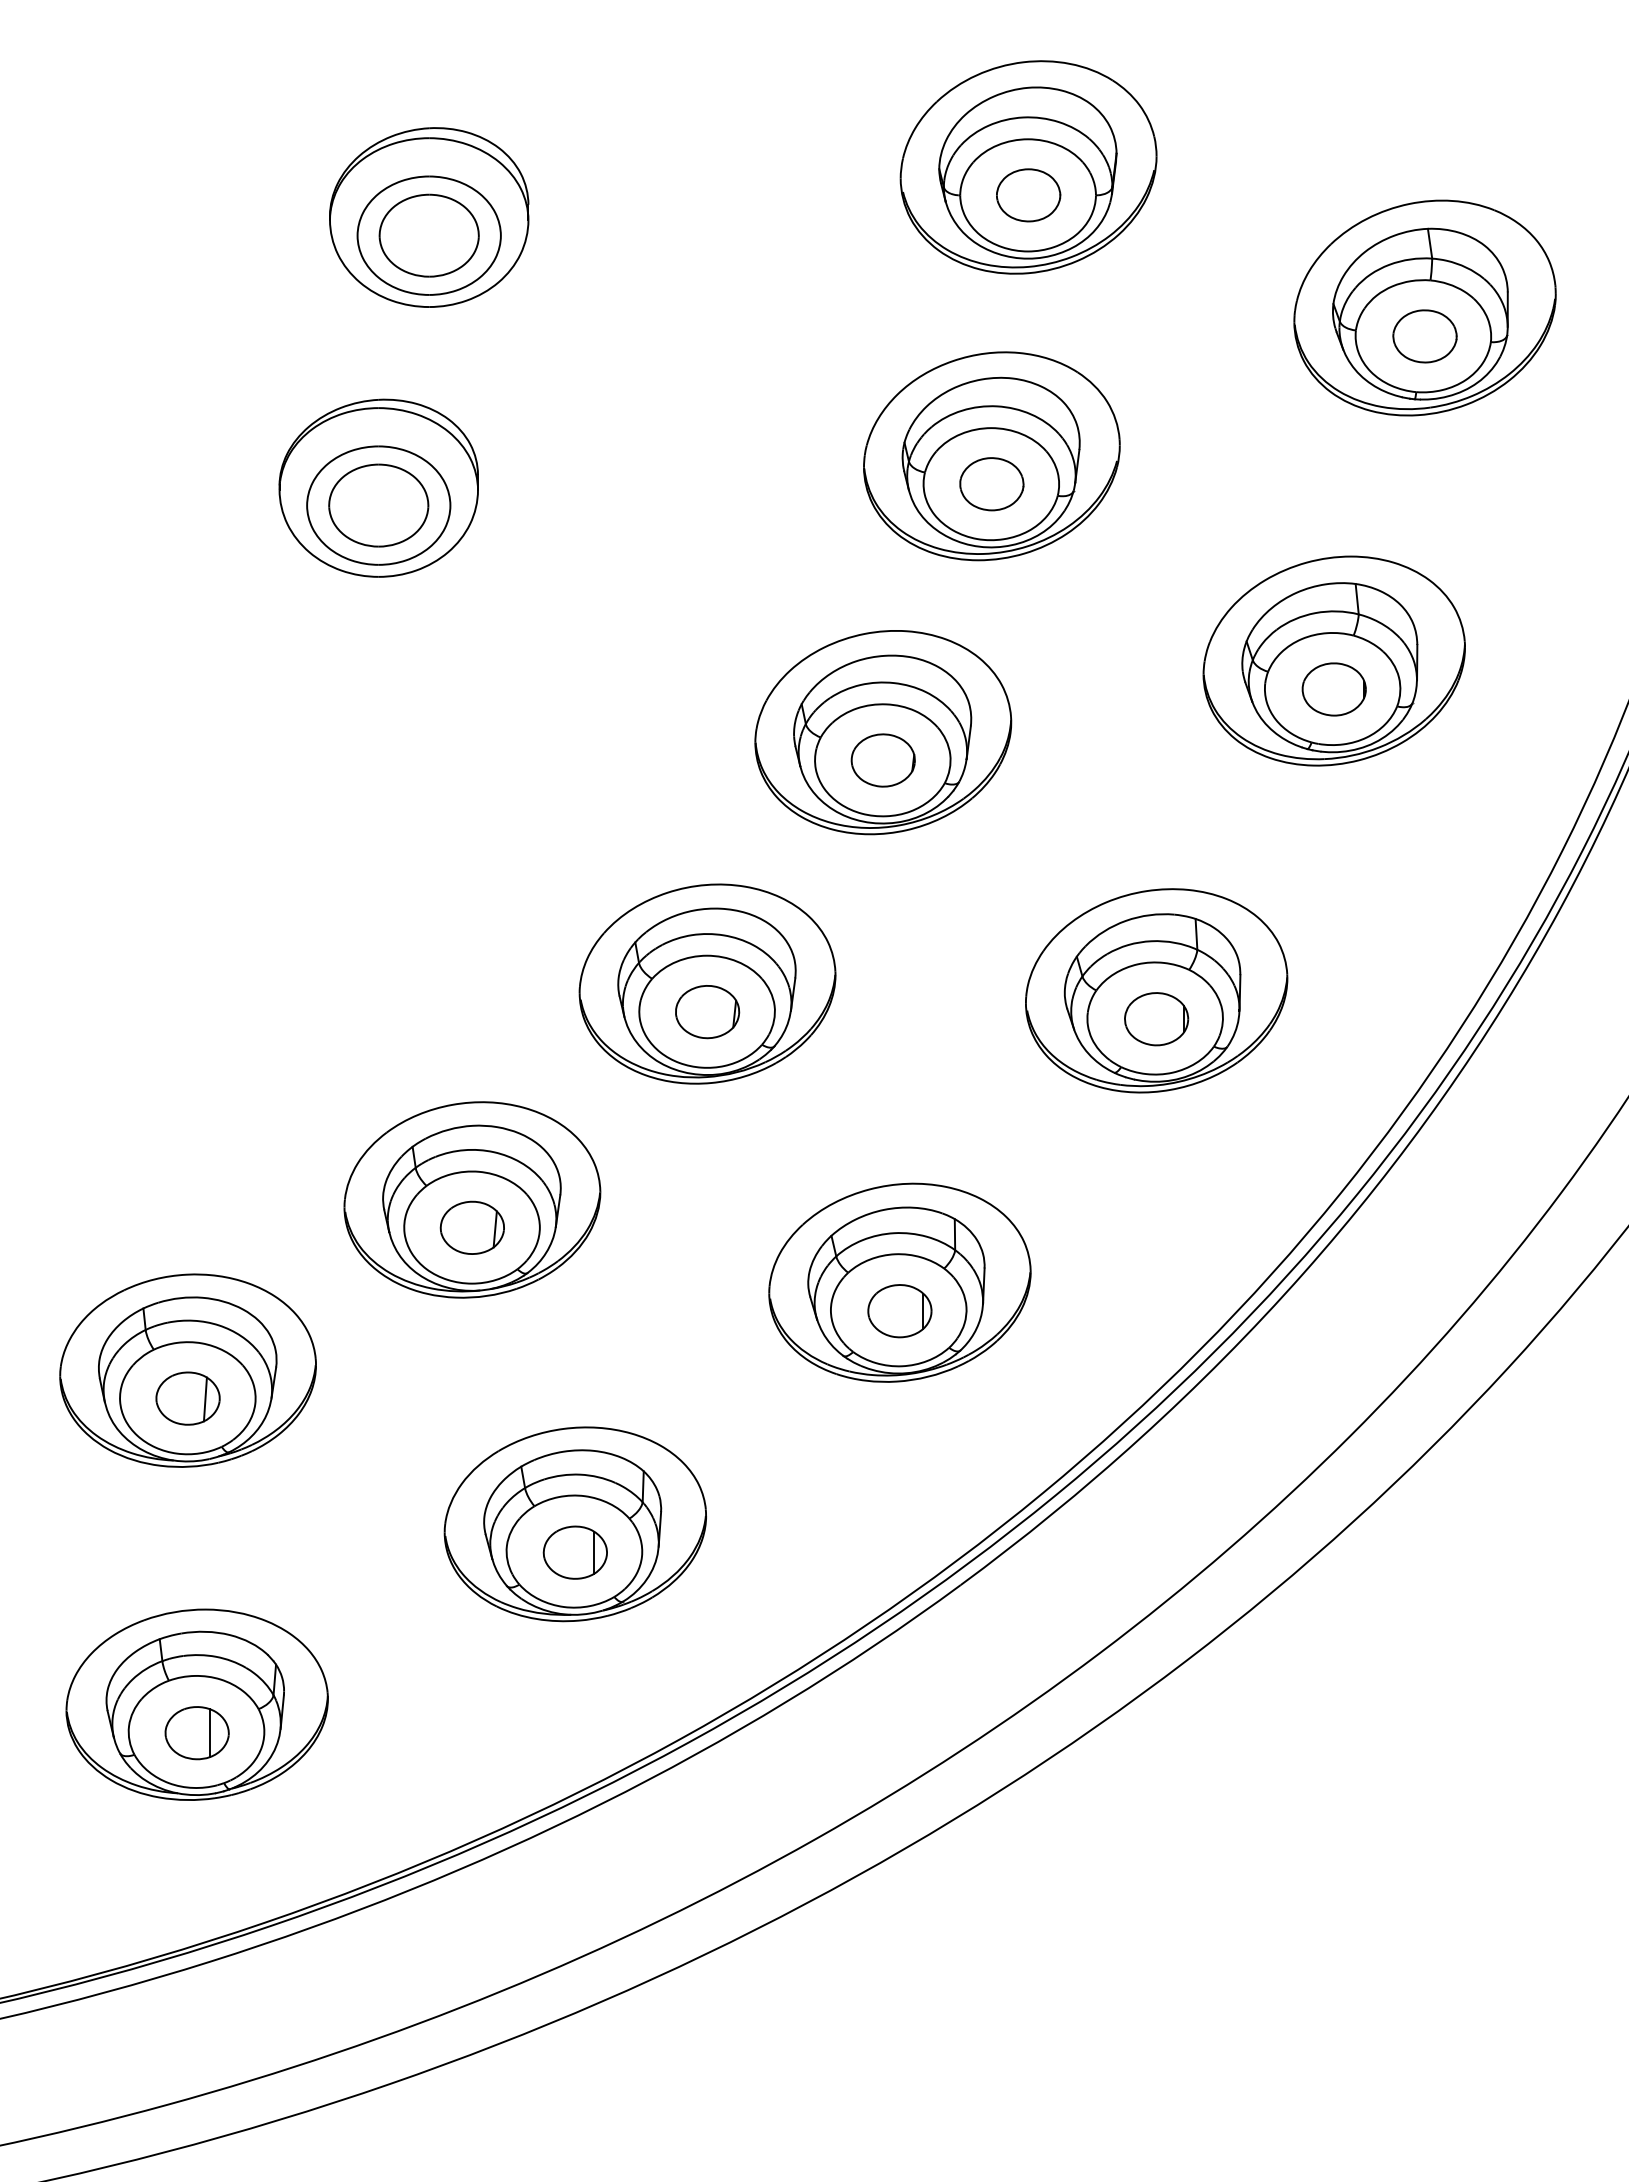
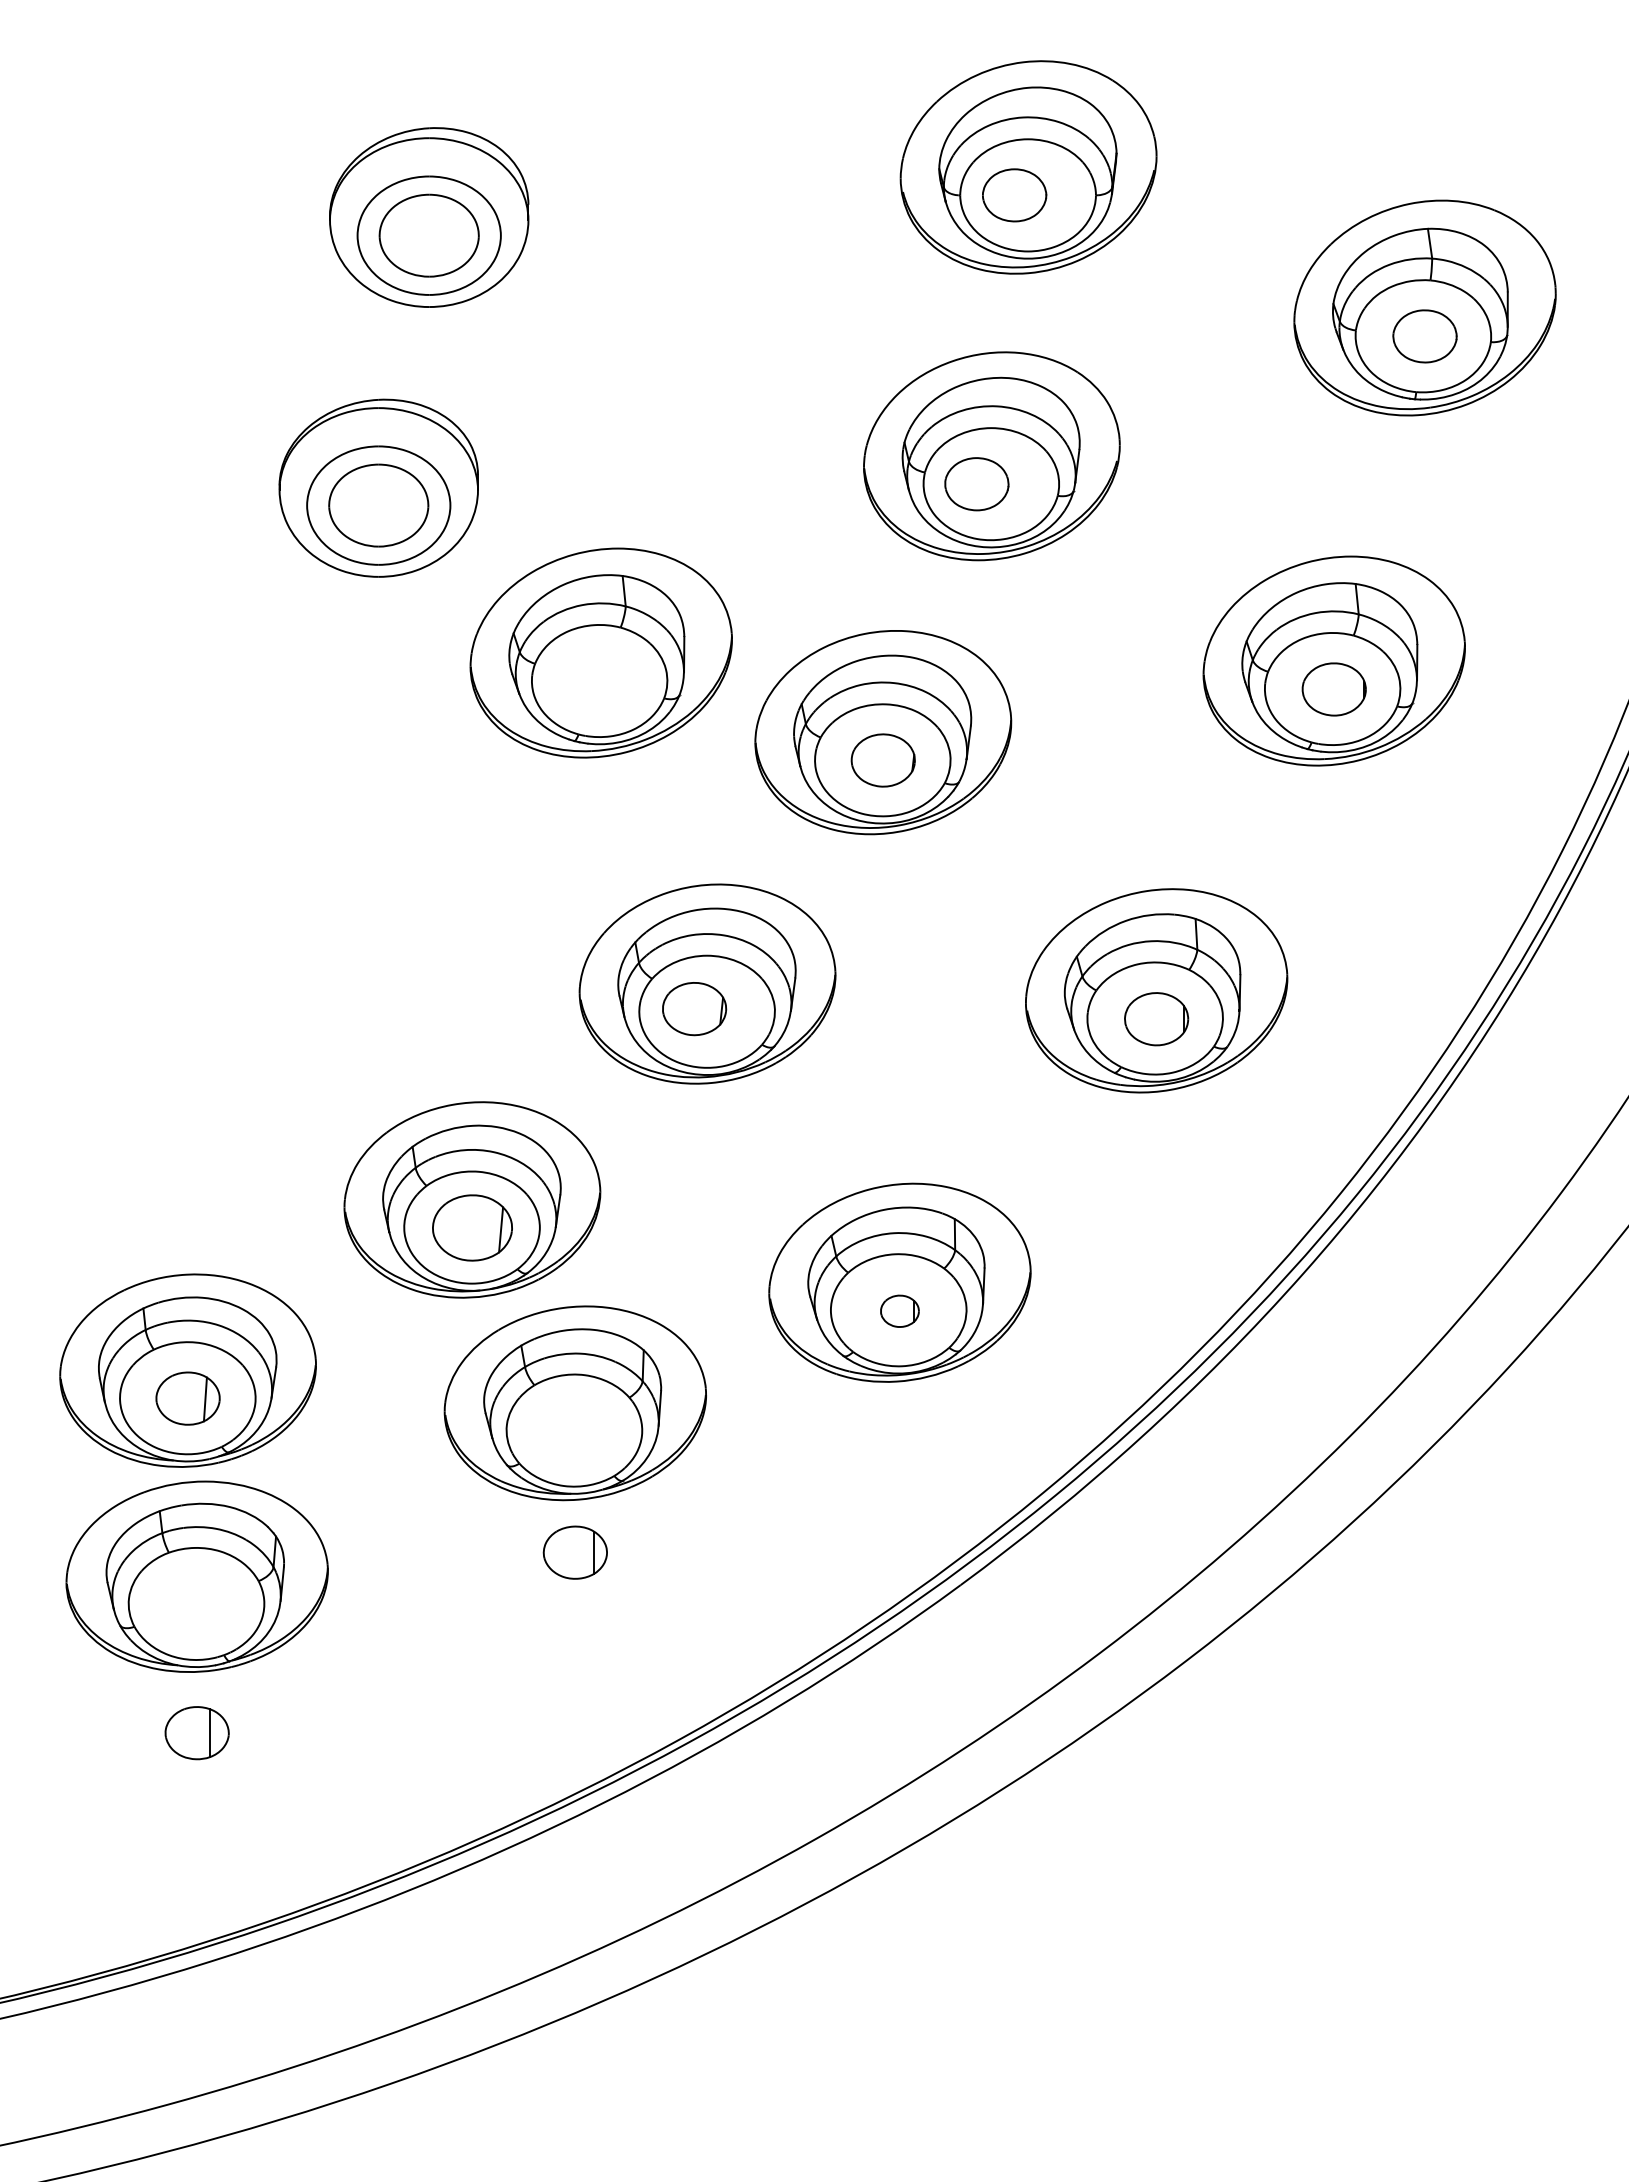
part at (1028, 195) position: (1028, 195) -> (1014, 195)
part at (991, 484) position: (991, 484) -> (976, 484)
part at (600, 652): none -> present
part at (707, 1012) position: (707, 1012) -> (694, 1009)
part at (471, 1227) size: 66x55 px -> 81x68 px
part at (899, 1311) size: 66x55 px -> 40x34 px
part at (574, 1524) position: (574, 1524) -> (574, 1403)
part at (196, 1704) position: (196, 1704) -> (196, 1576)
